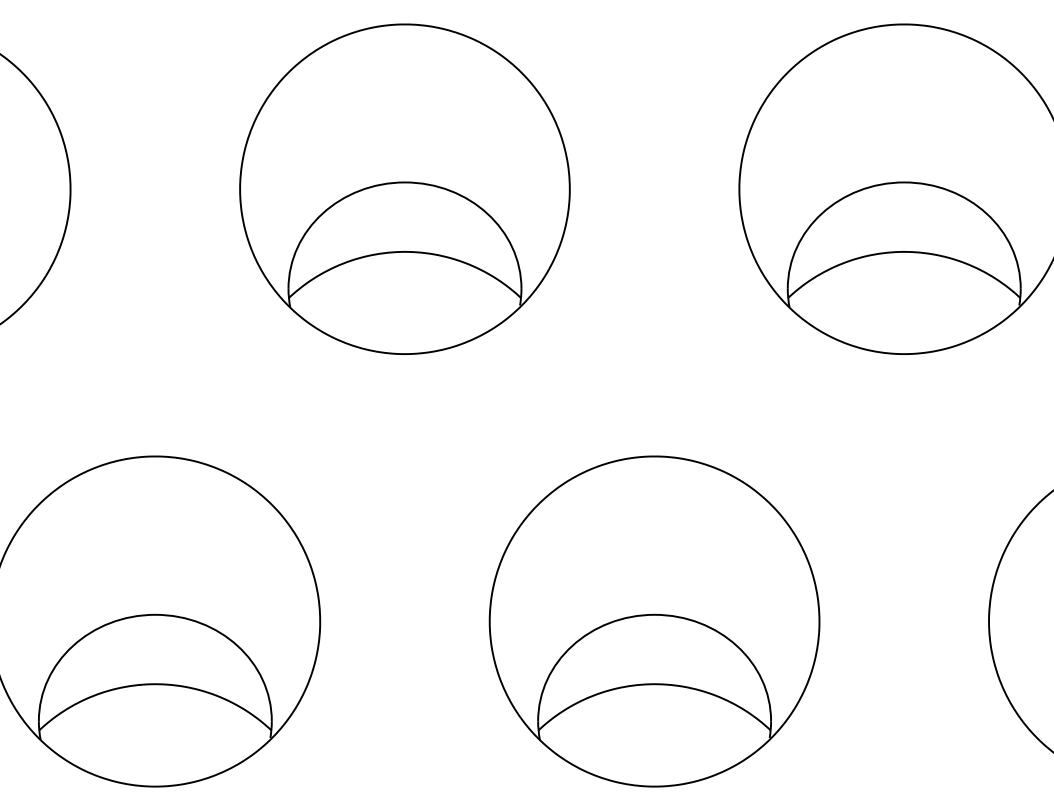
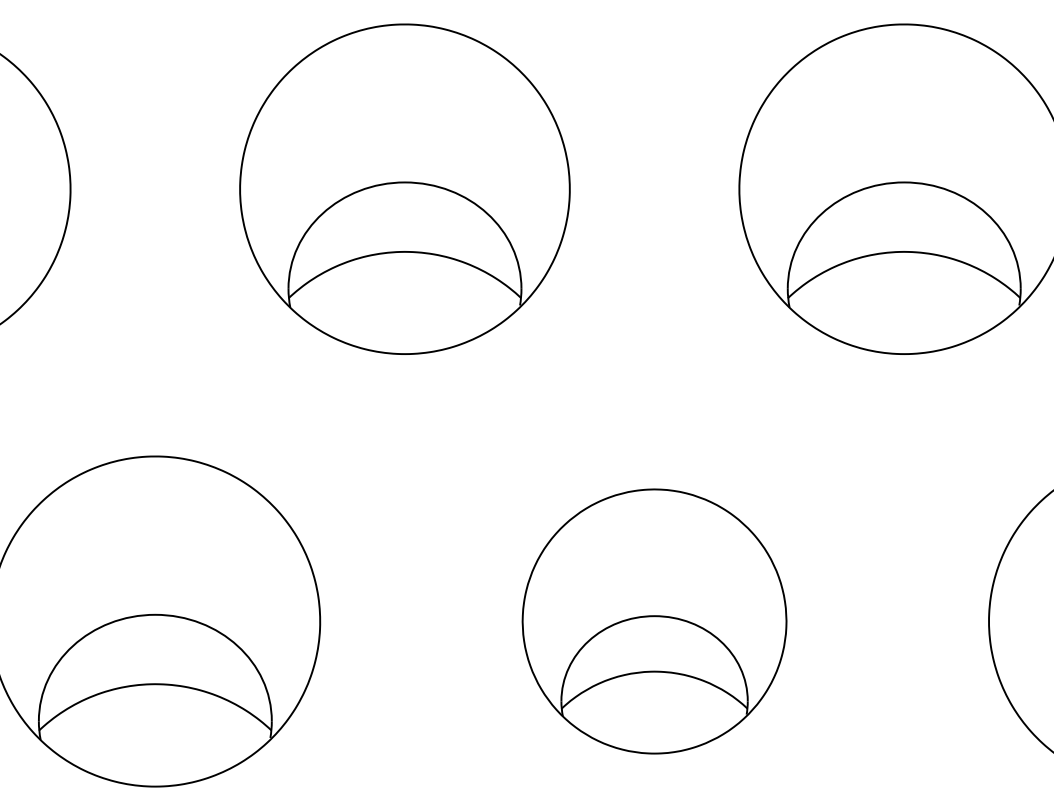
part at (654, 621) size: 333x333 px -> 267x267 px
